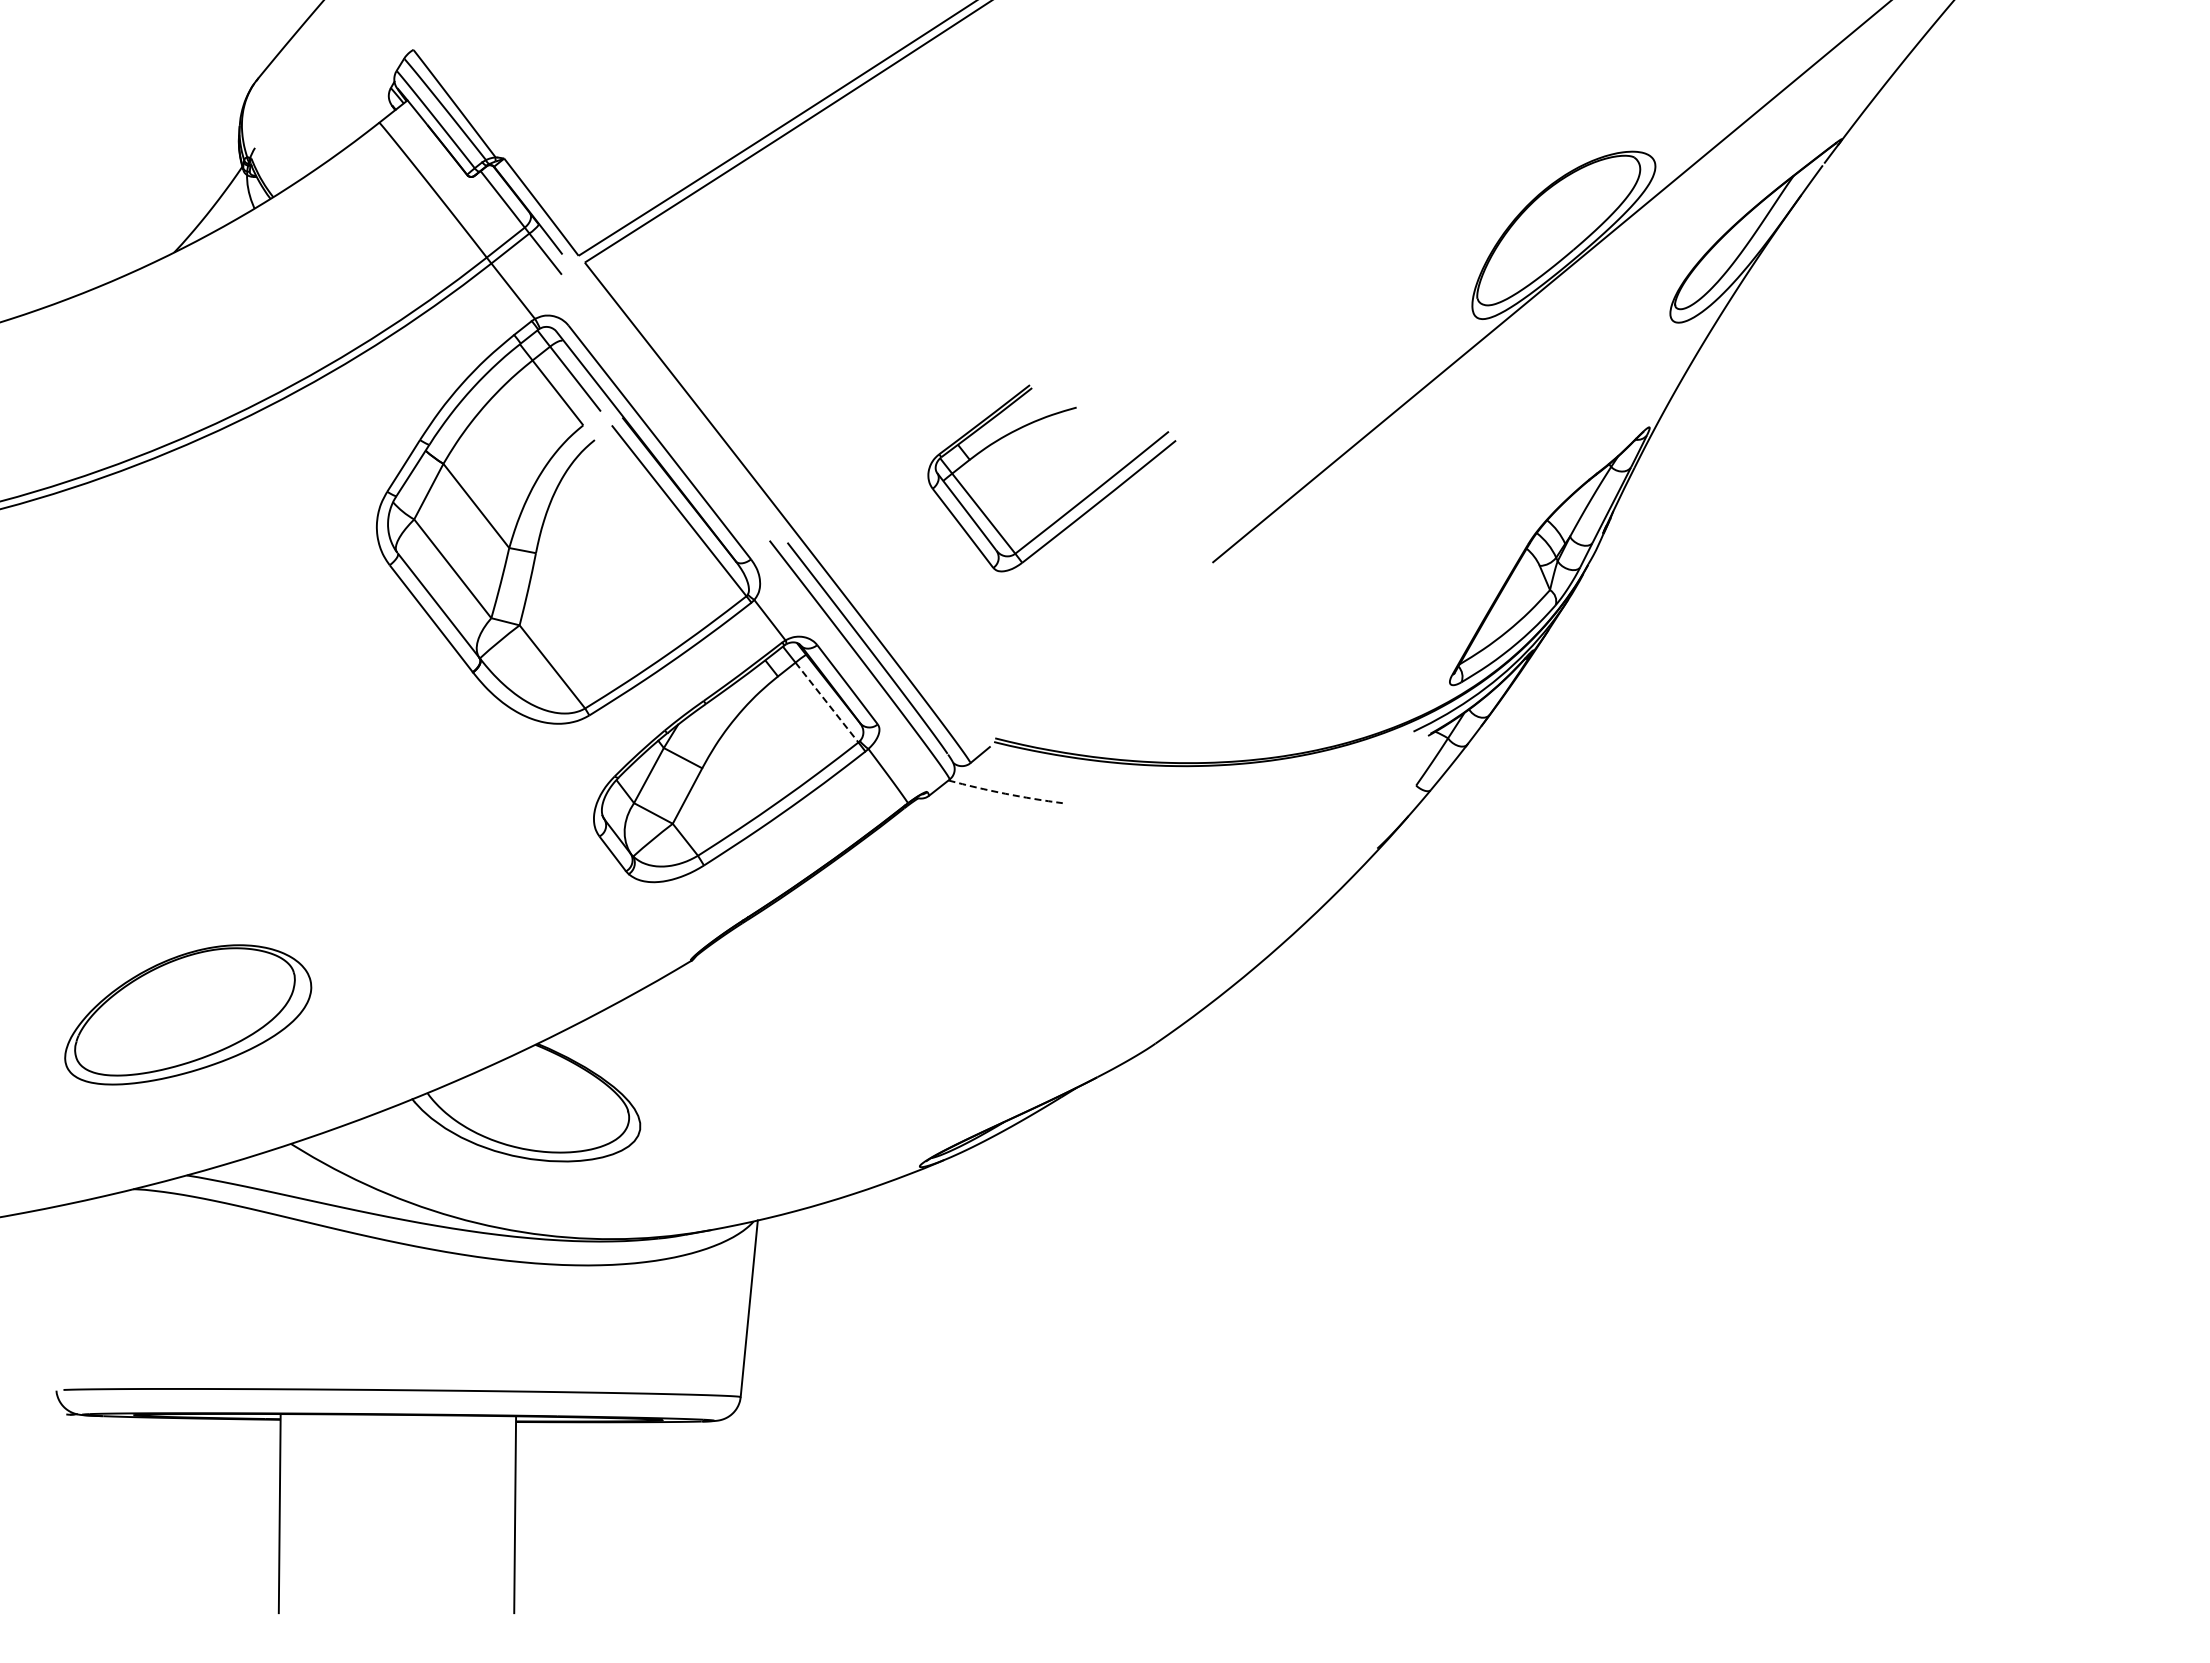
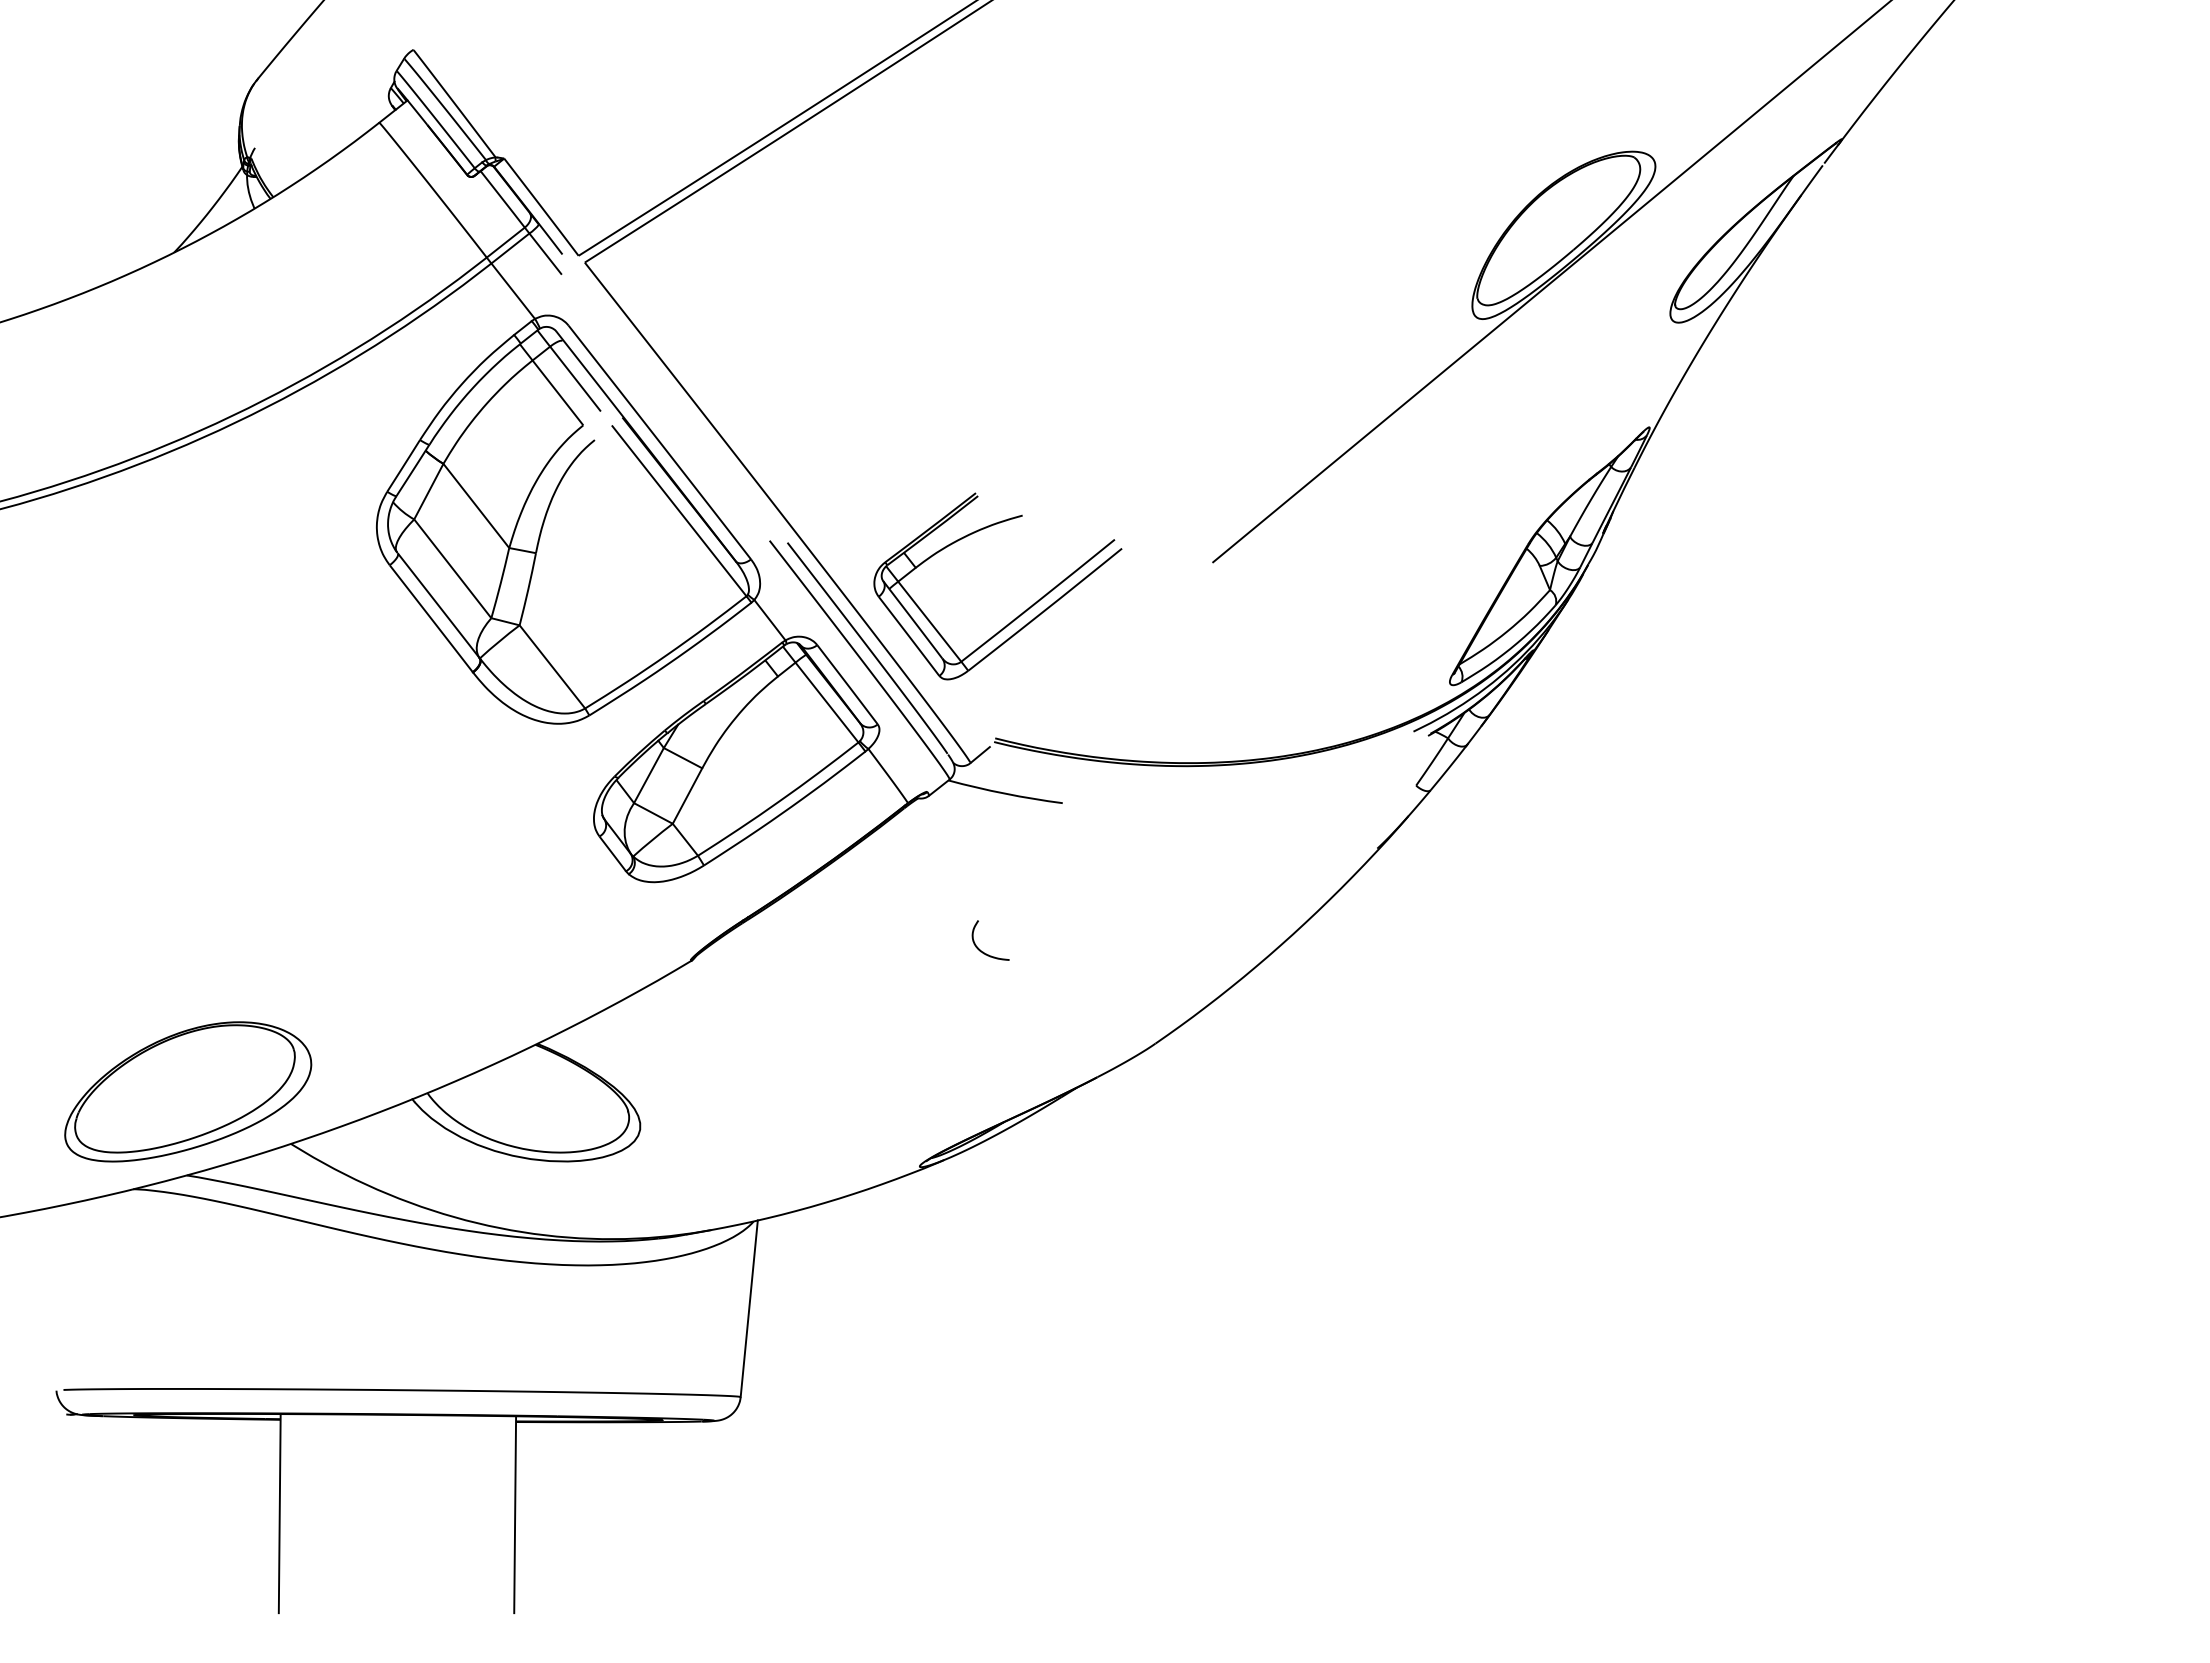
part at (1073, 506) position: (1073, 506) -> (1019, 614)
line at (827, 702): dashed -> solid
arc at (1005, 793): dashed -> solid
curve at (983, 951): none -> present
part at (188, 1014) position: (188, 1014) -> (188, 1091)
